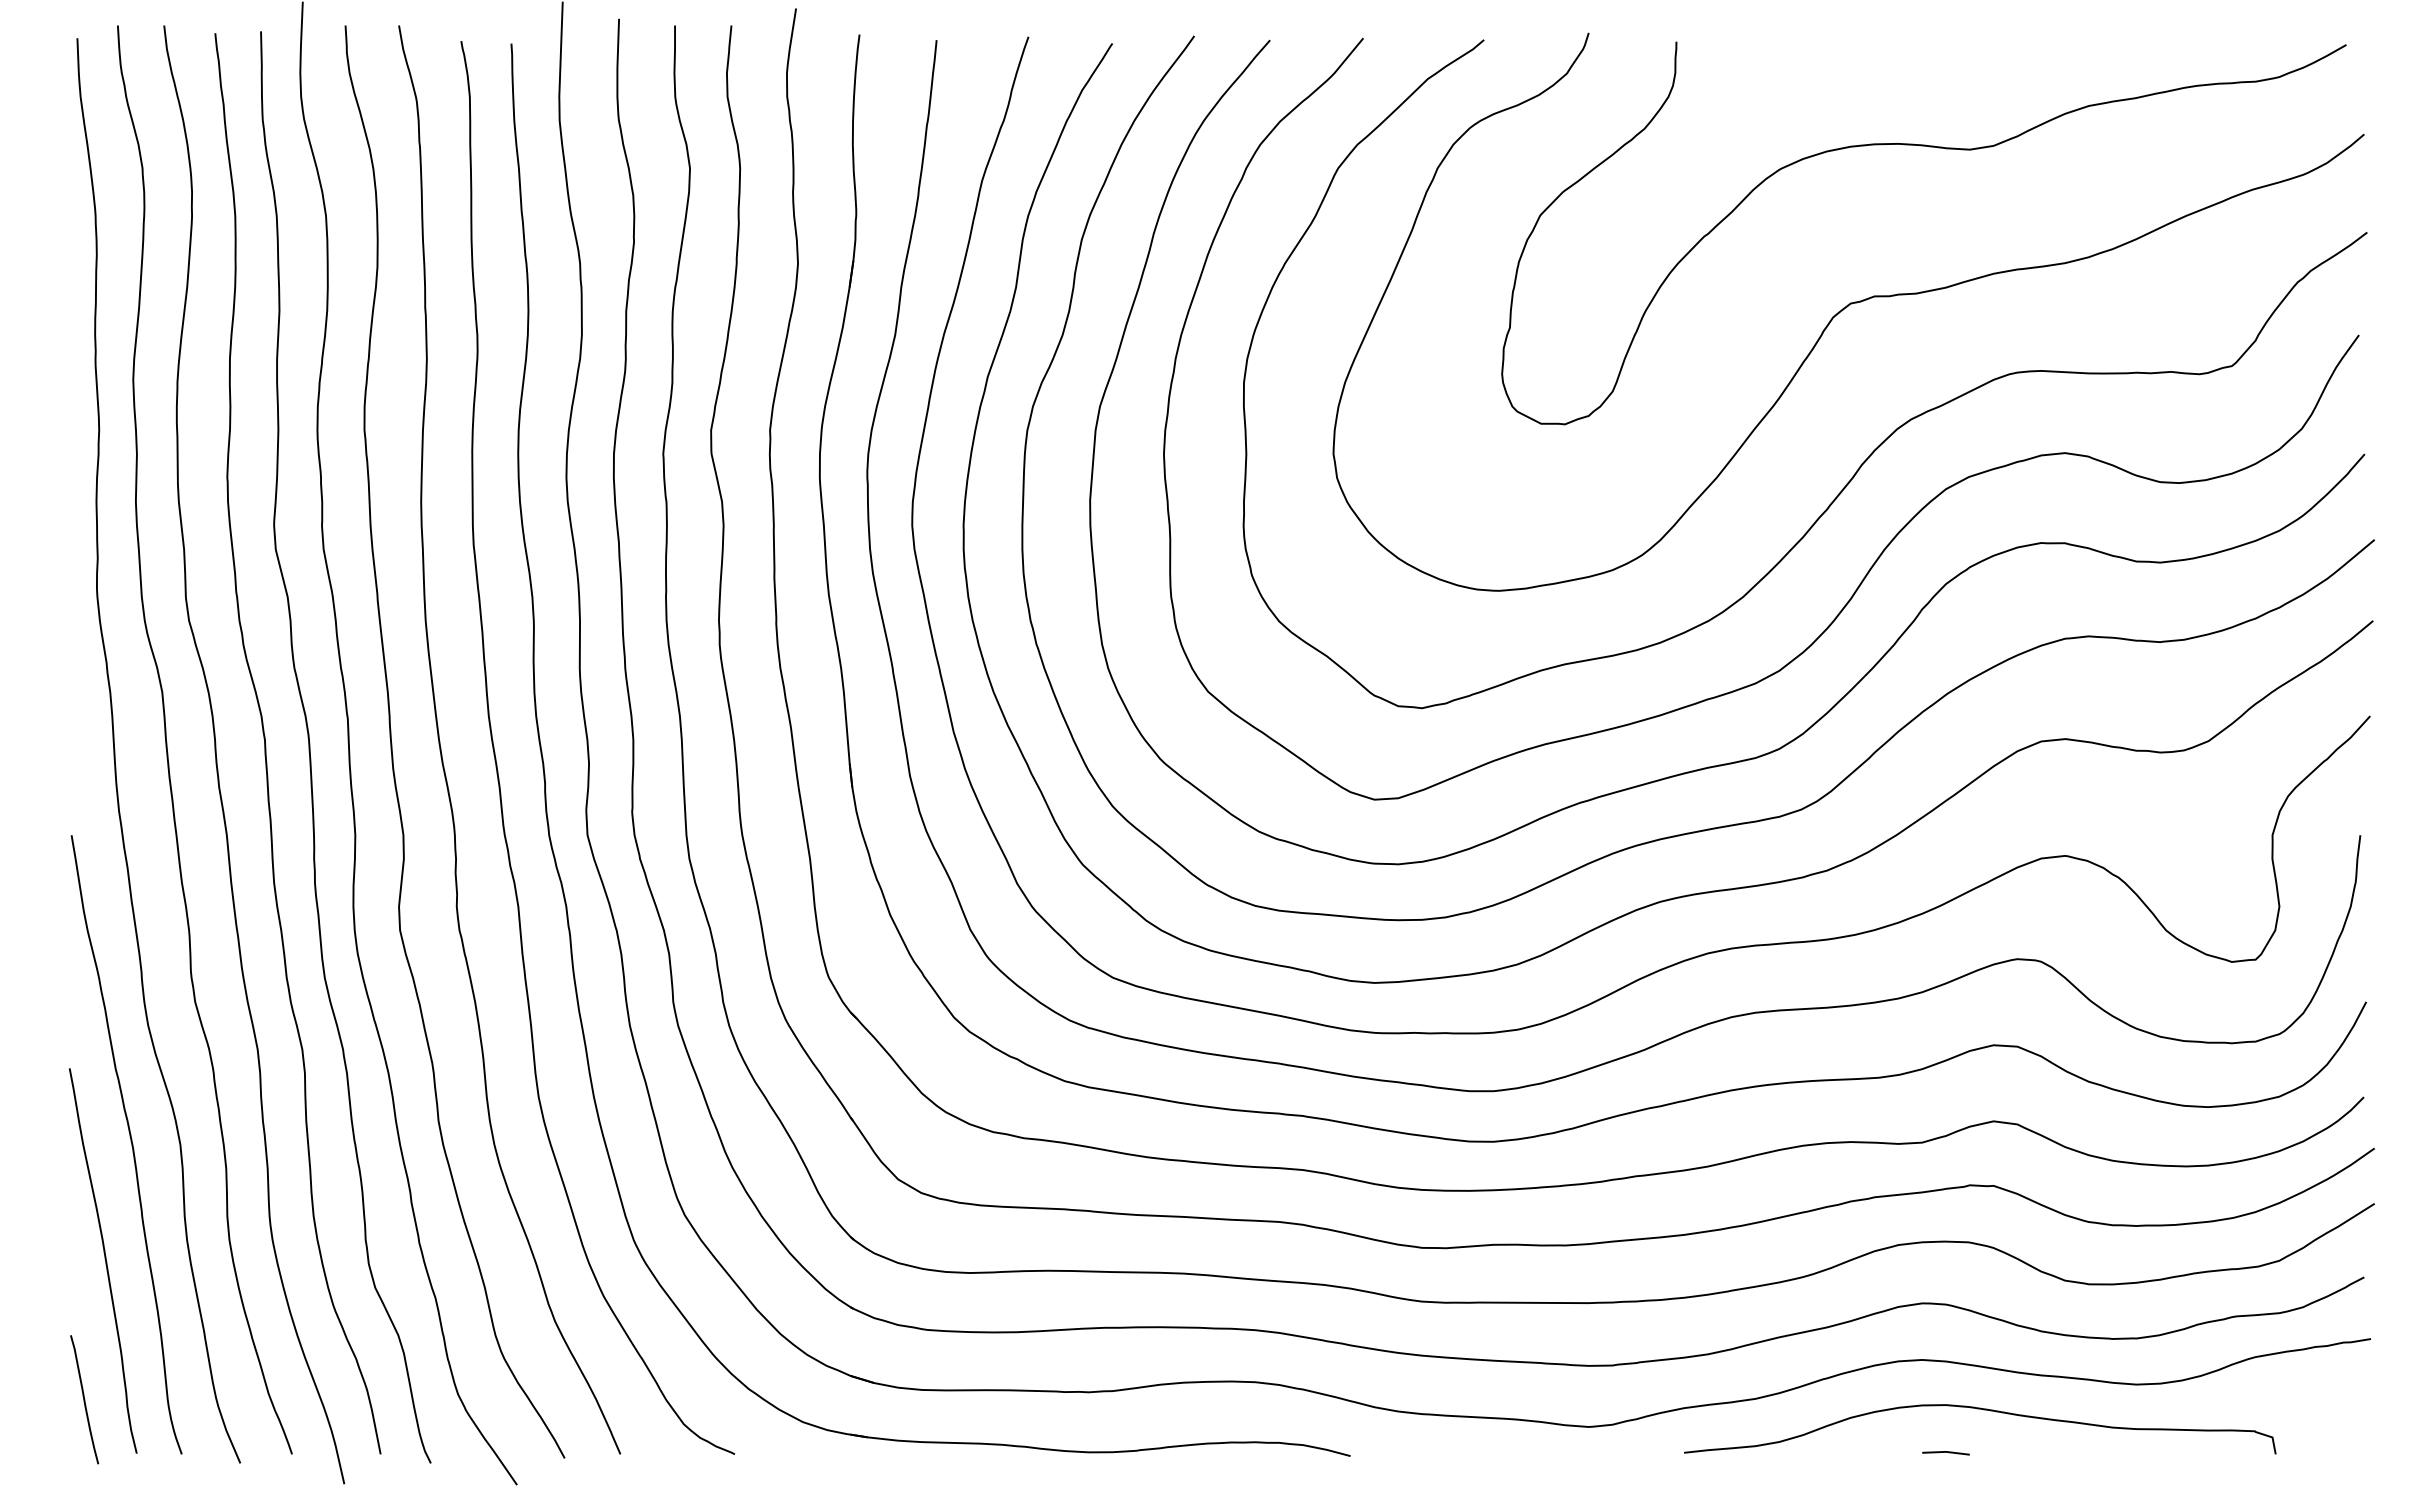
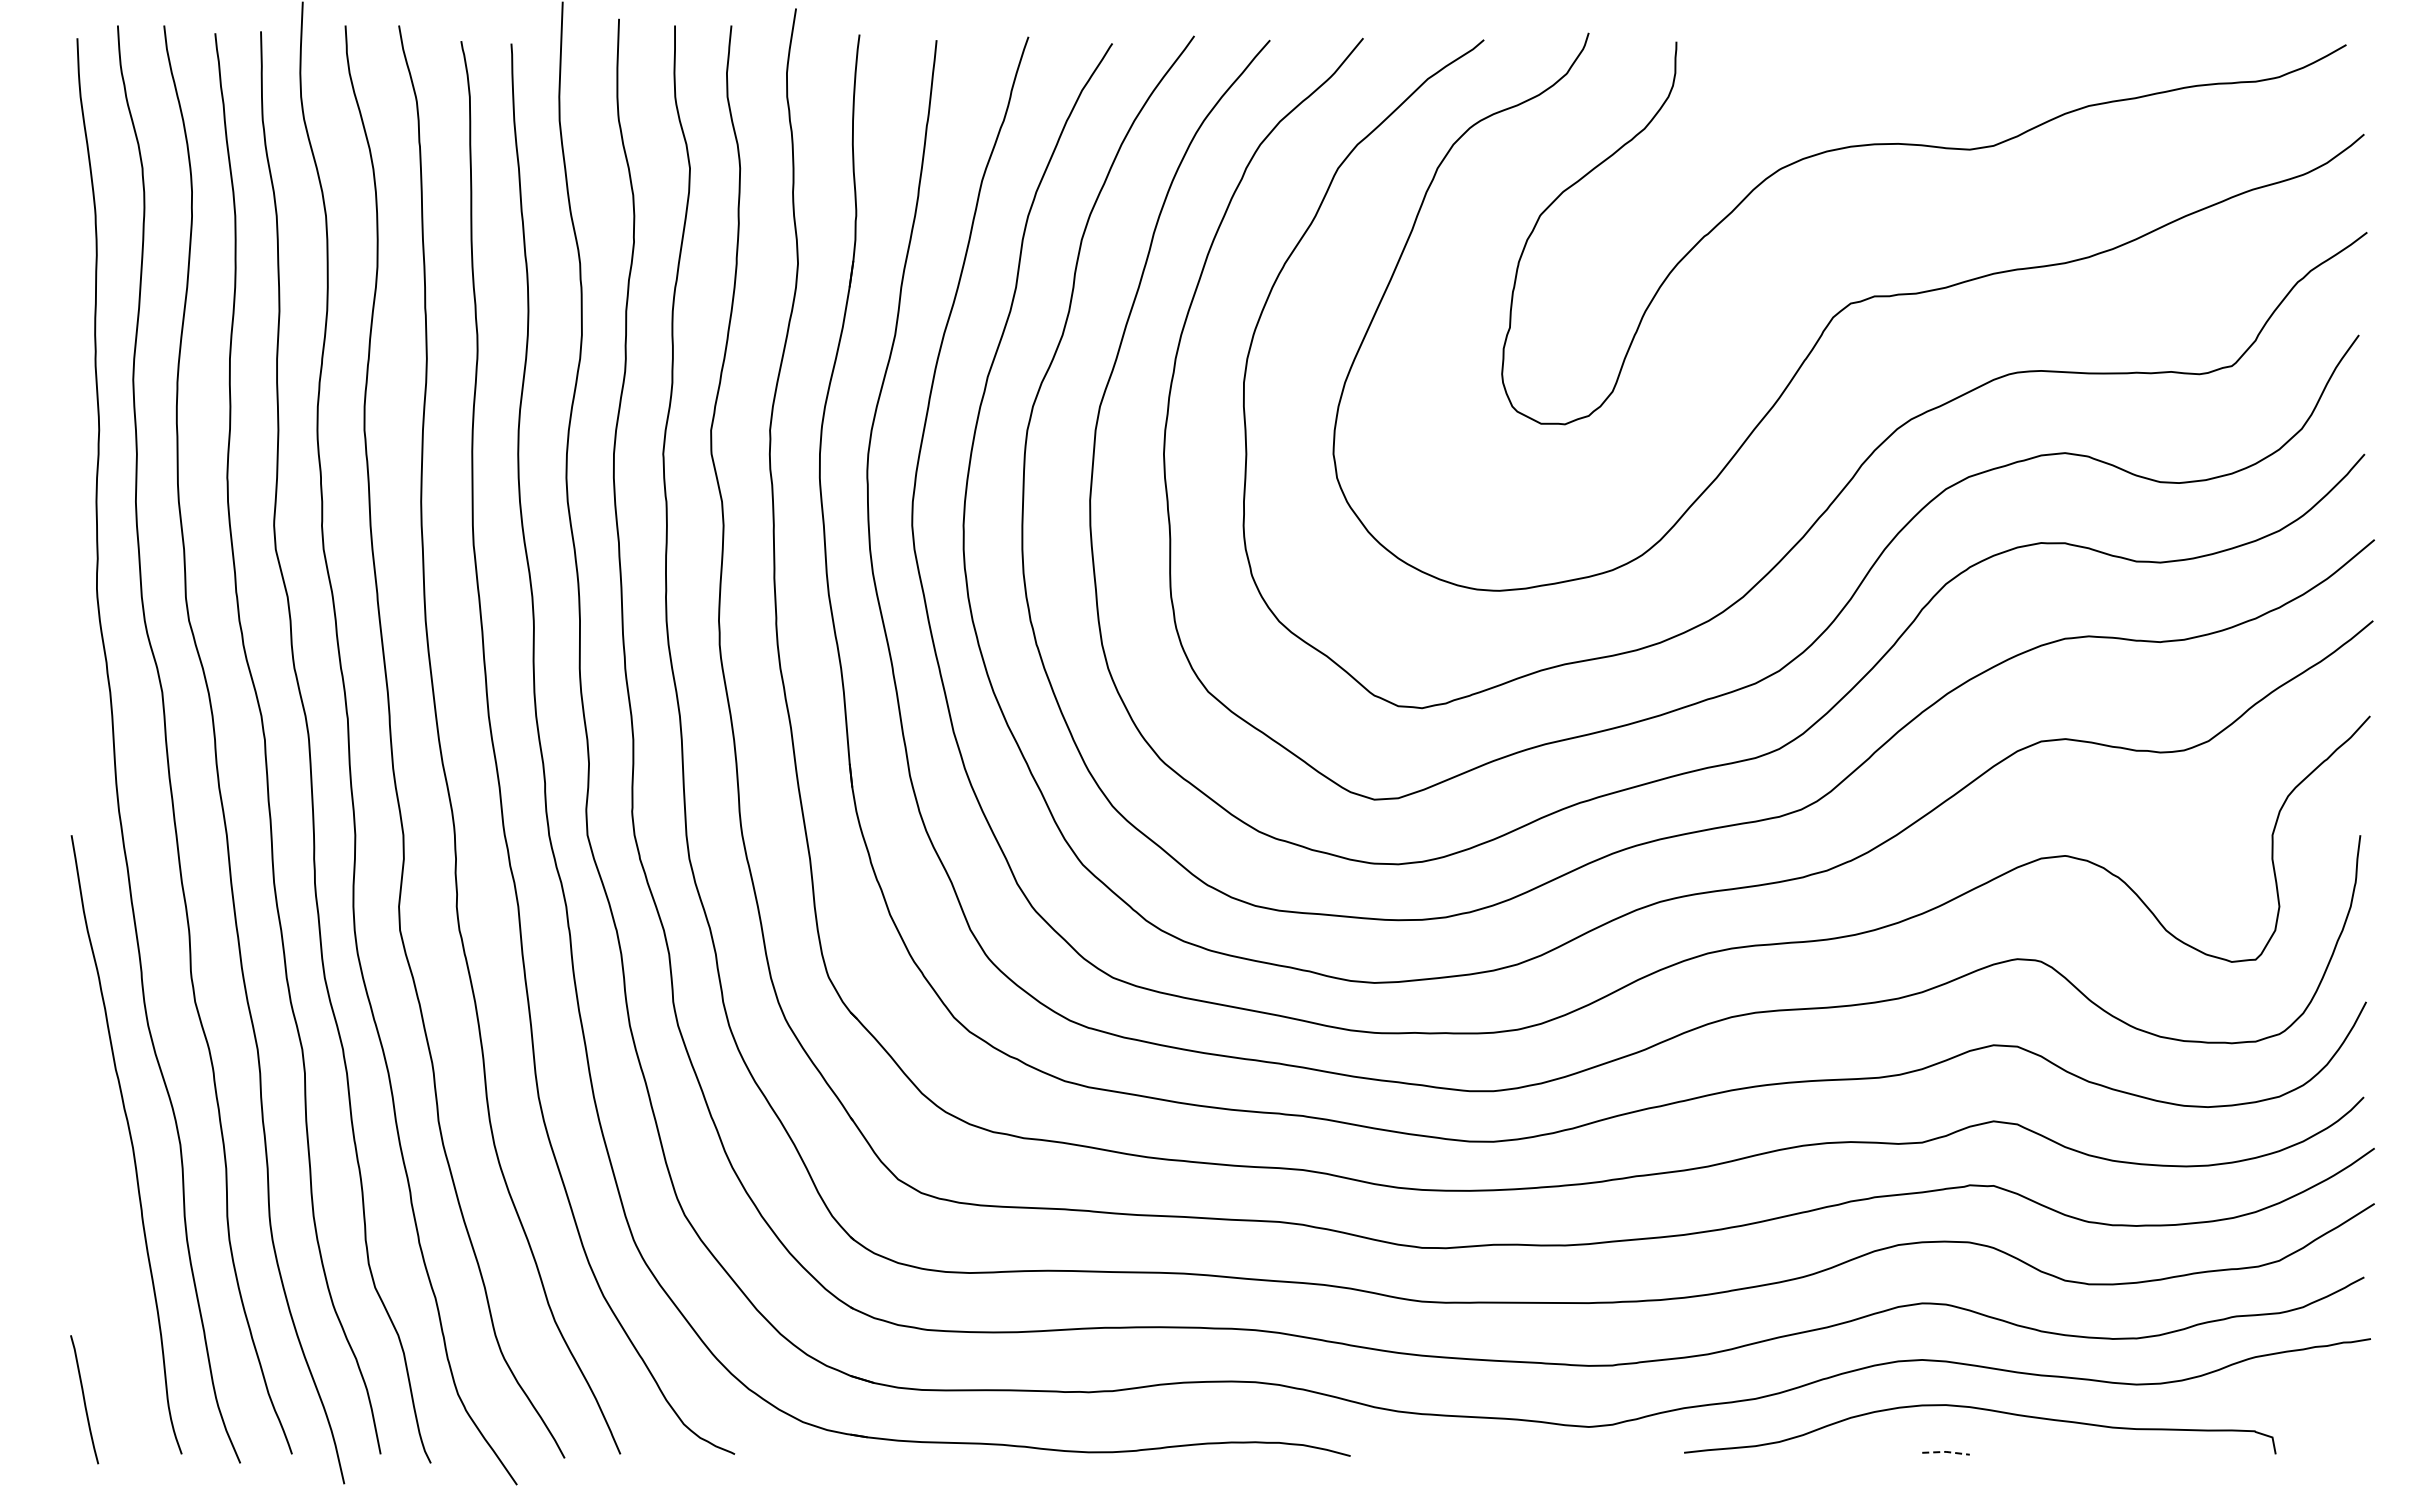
curve at (104, 1259): present -> none
line at (1946, 1451): solid -> dashed
